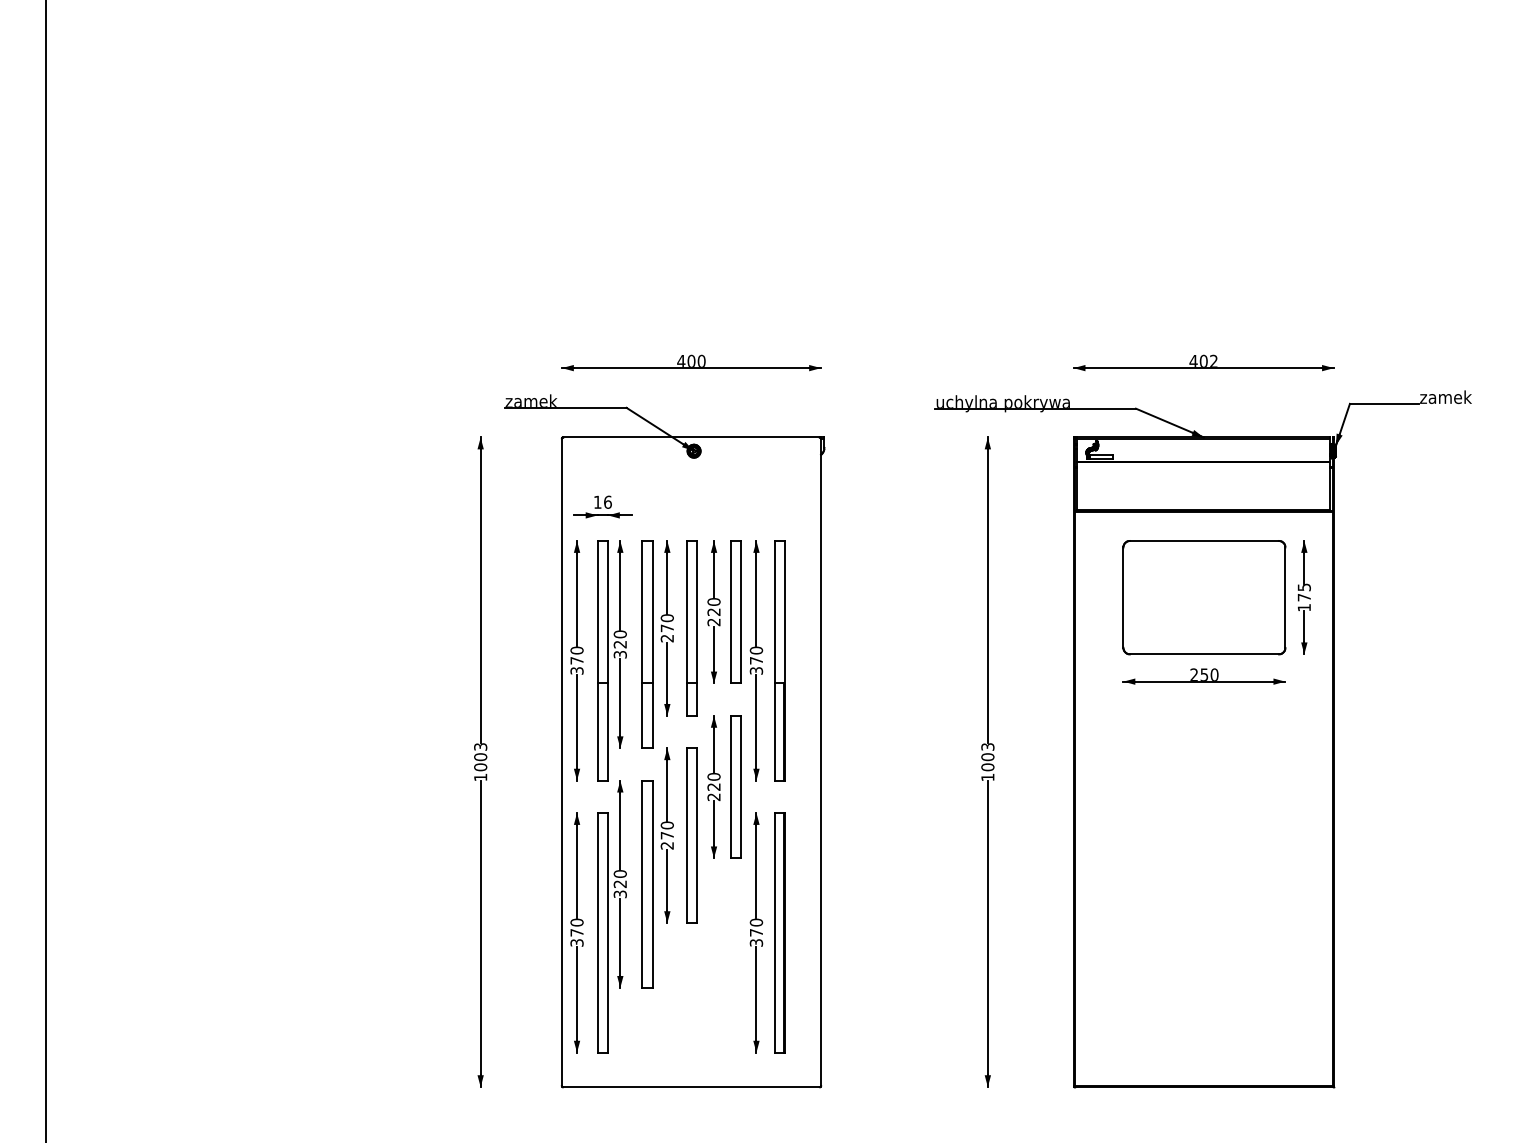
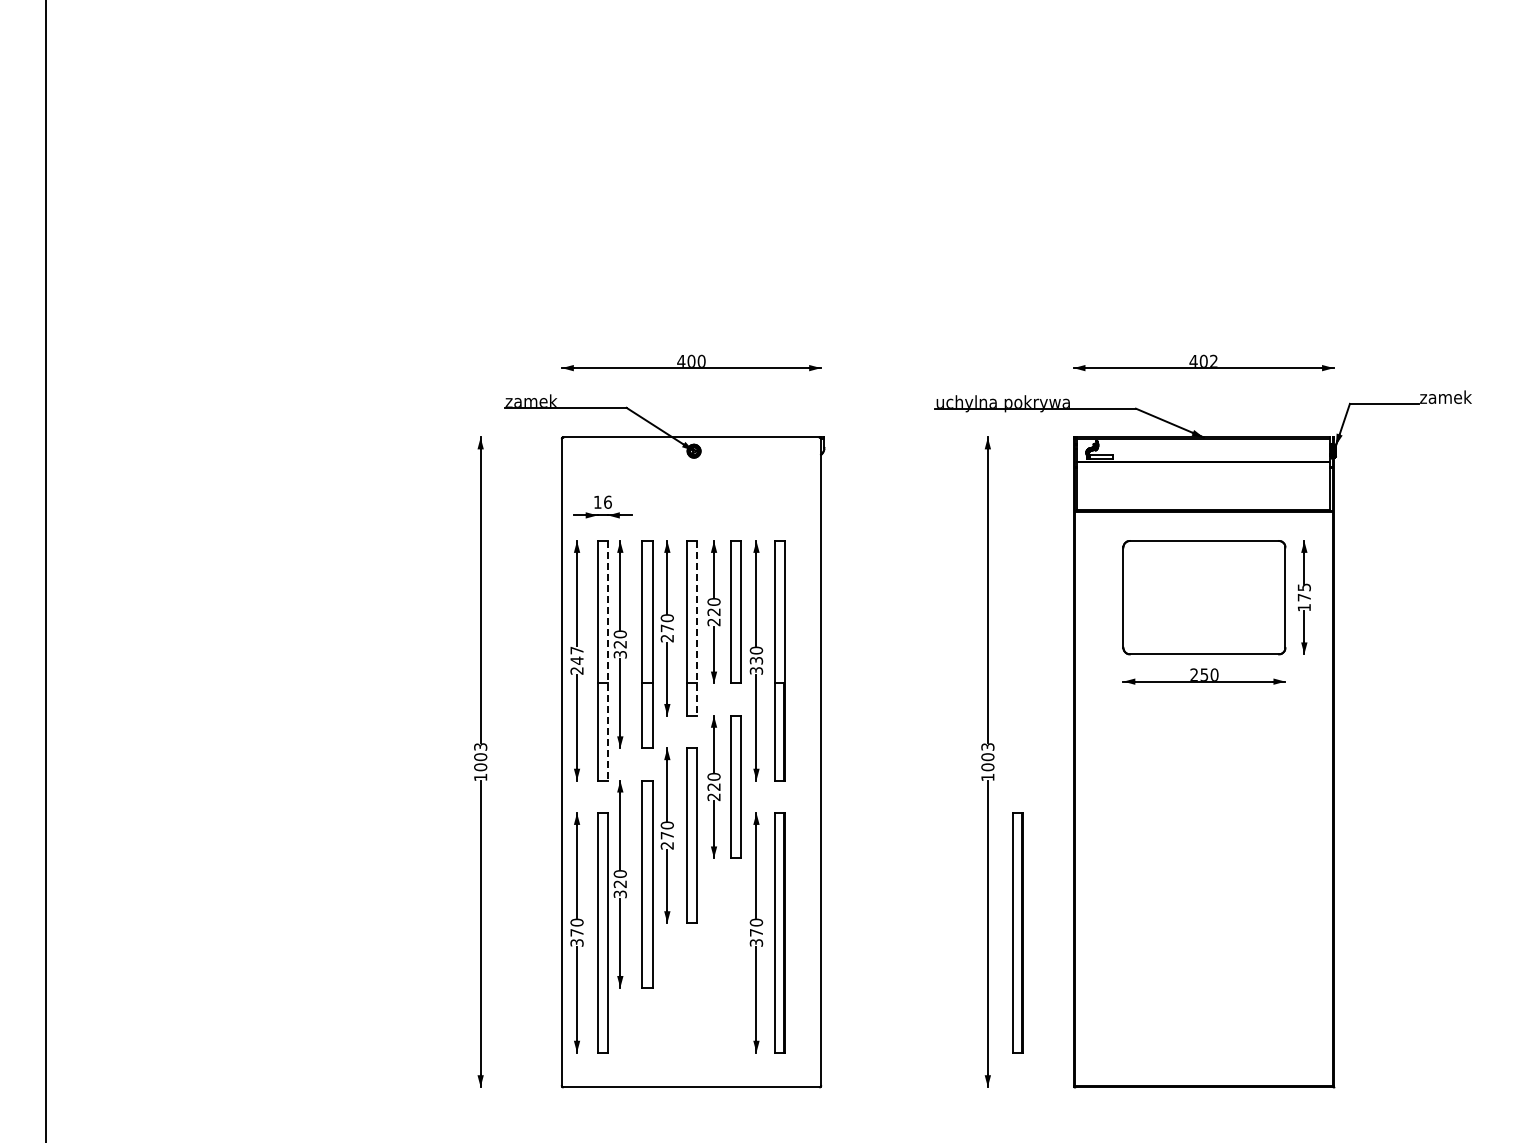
line at (697, 628): solid -> dashed
text at (576, 660): 370 -> 247
line at (607, 660): solid -> dashed
text at (756, 660): 370 -> 330
part at (1017, 932): none -> present
